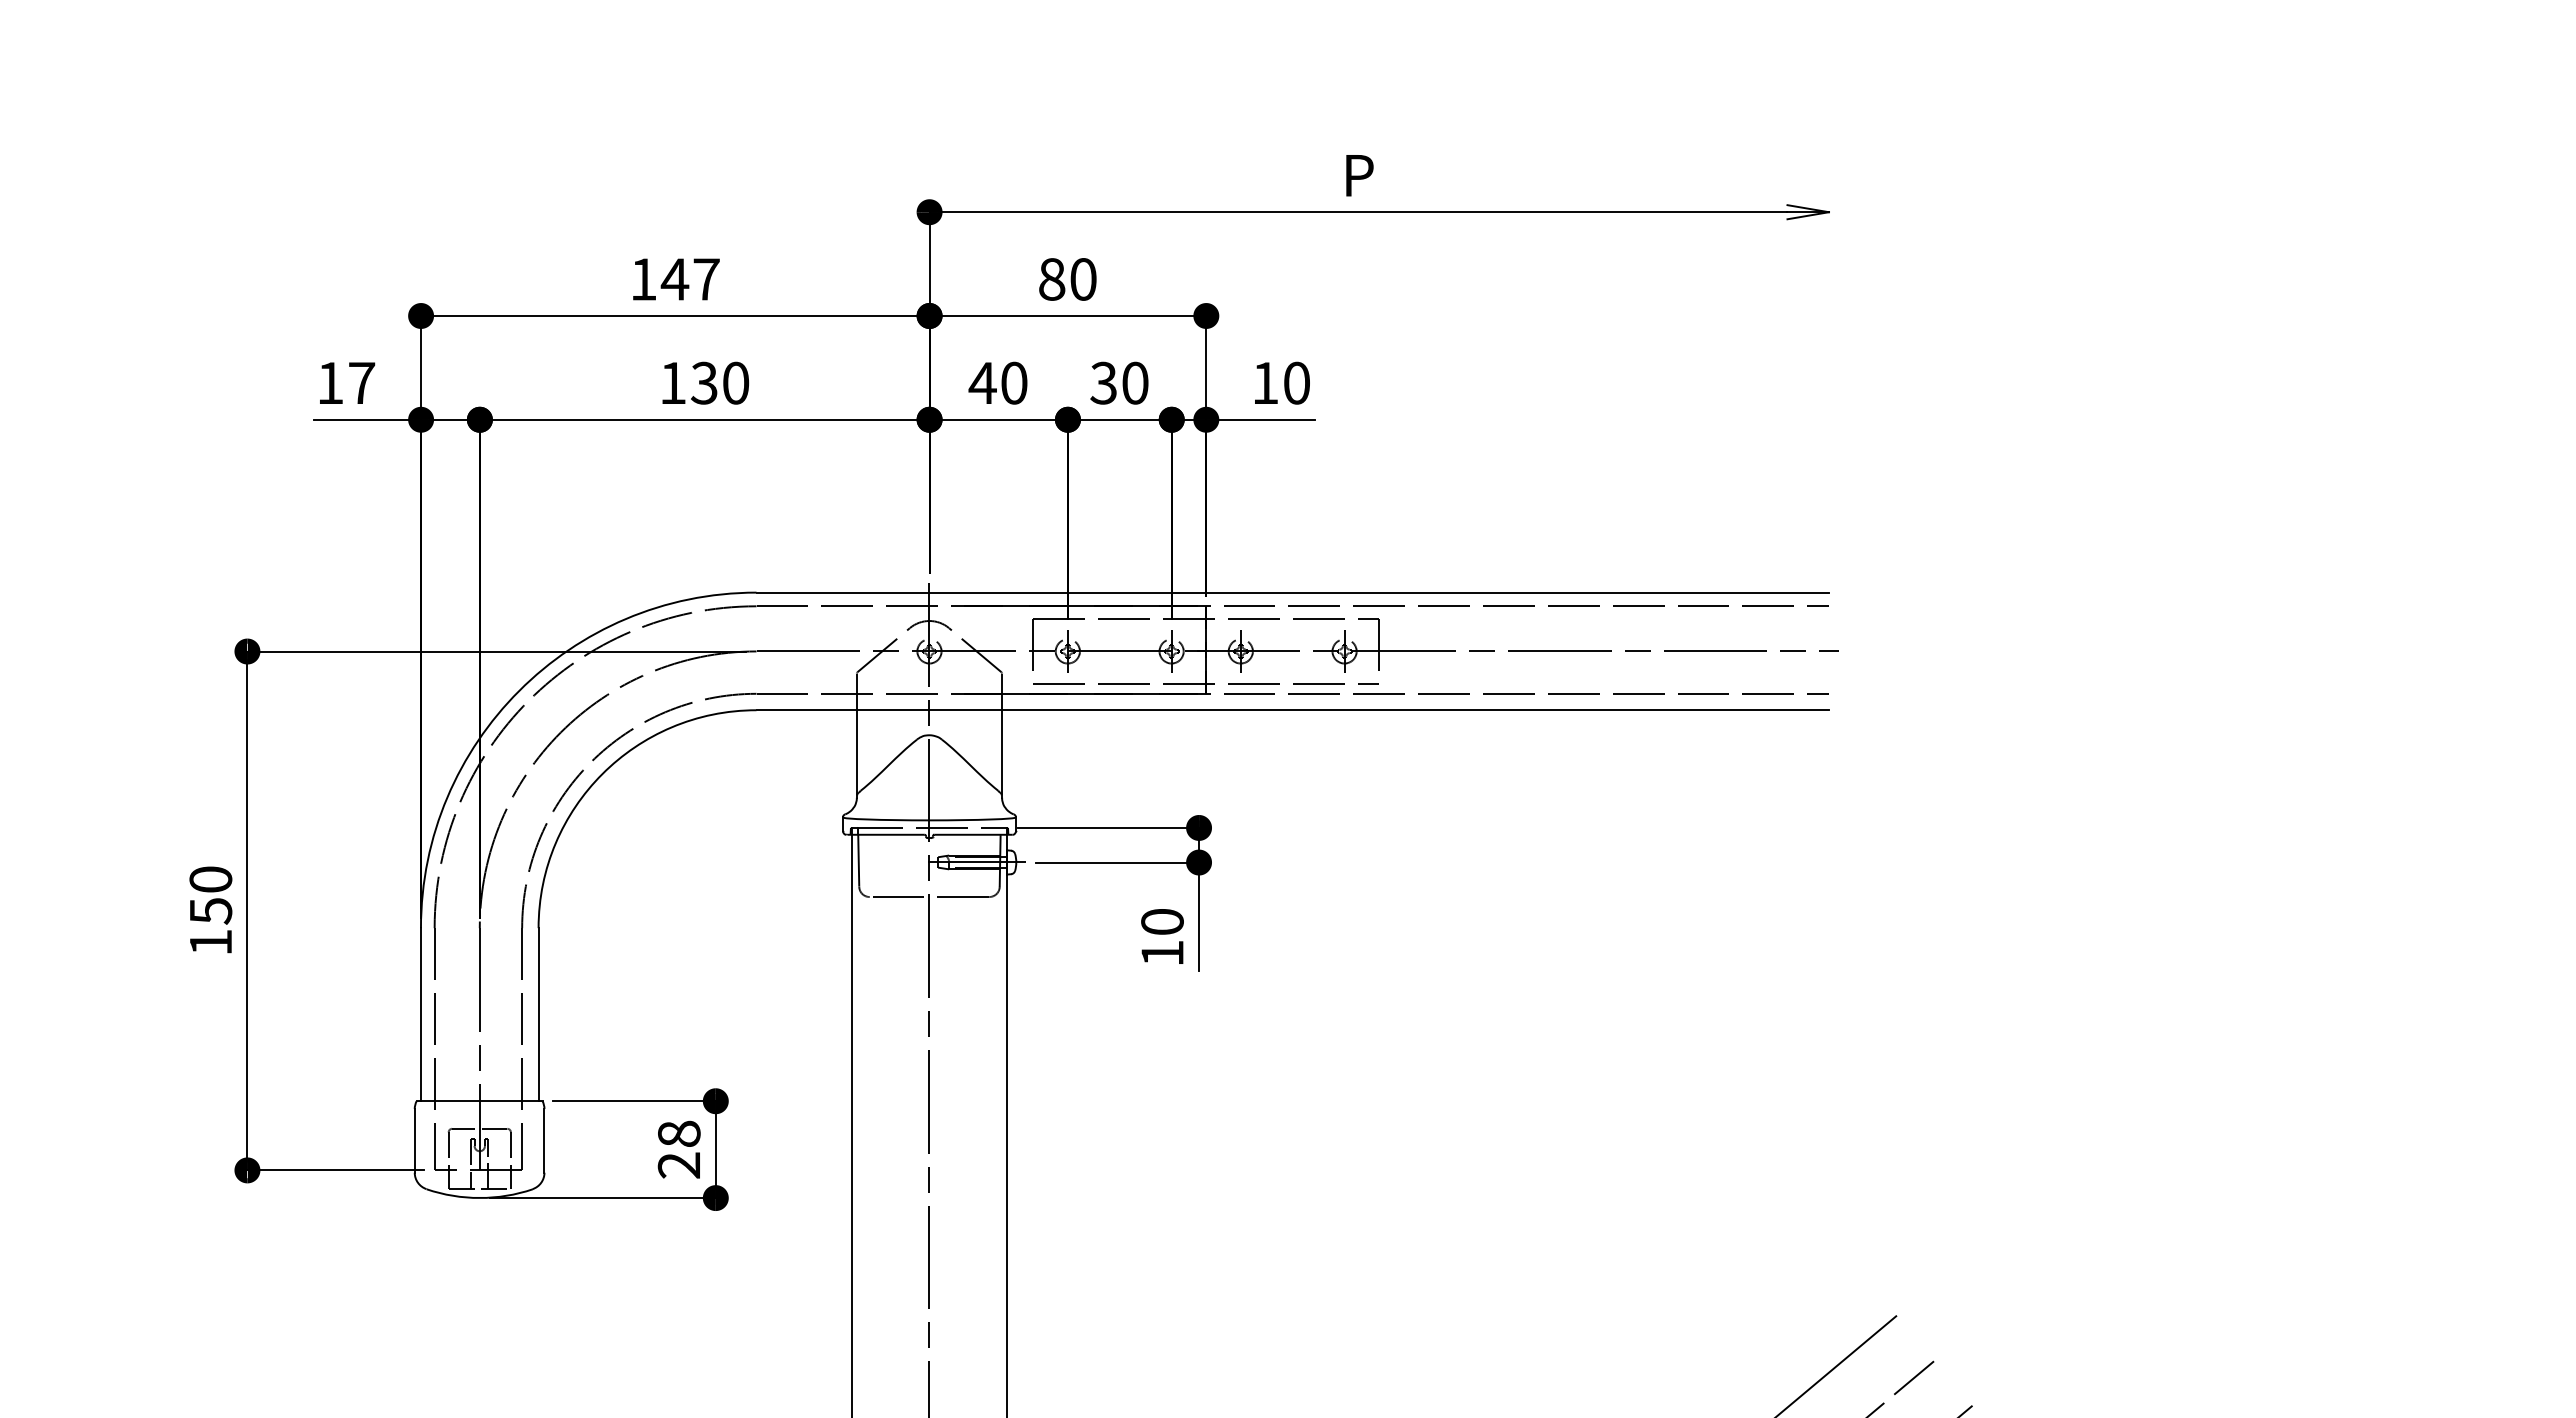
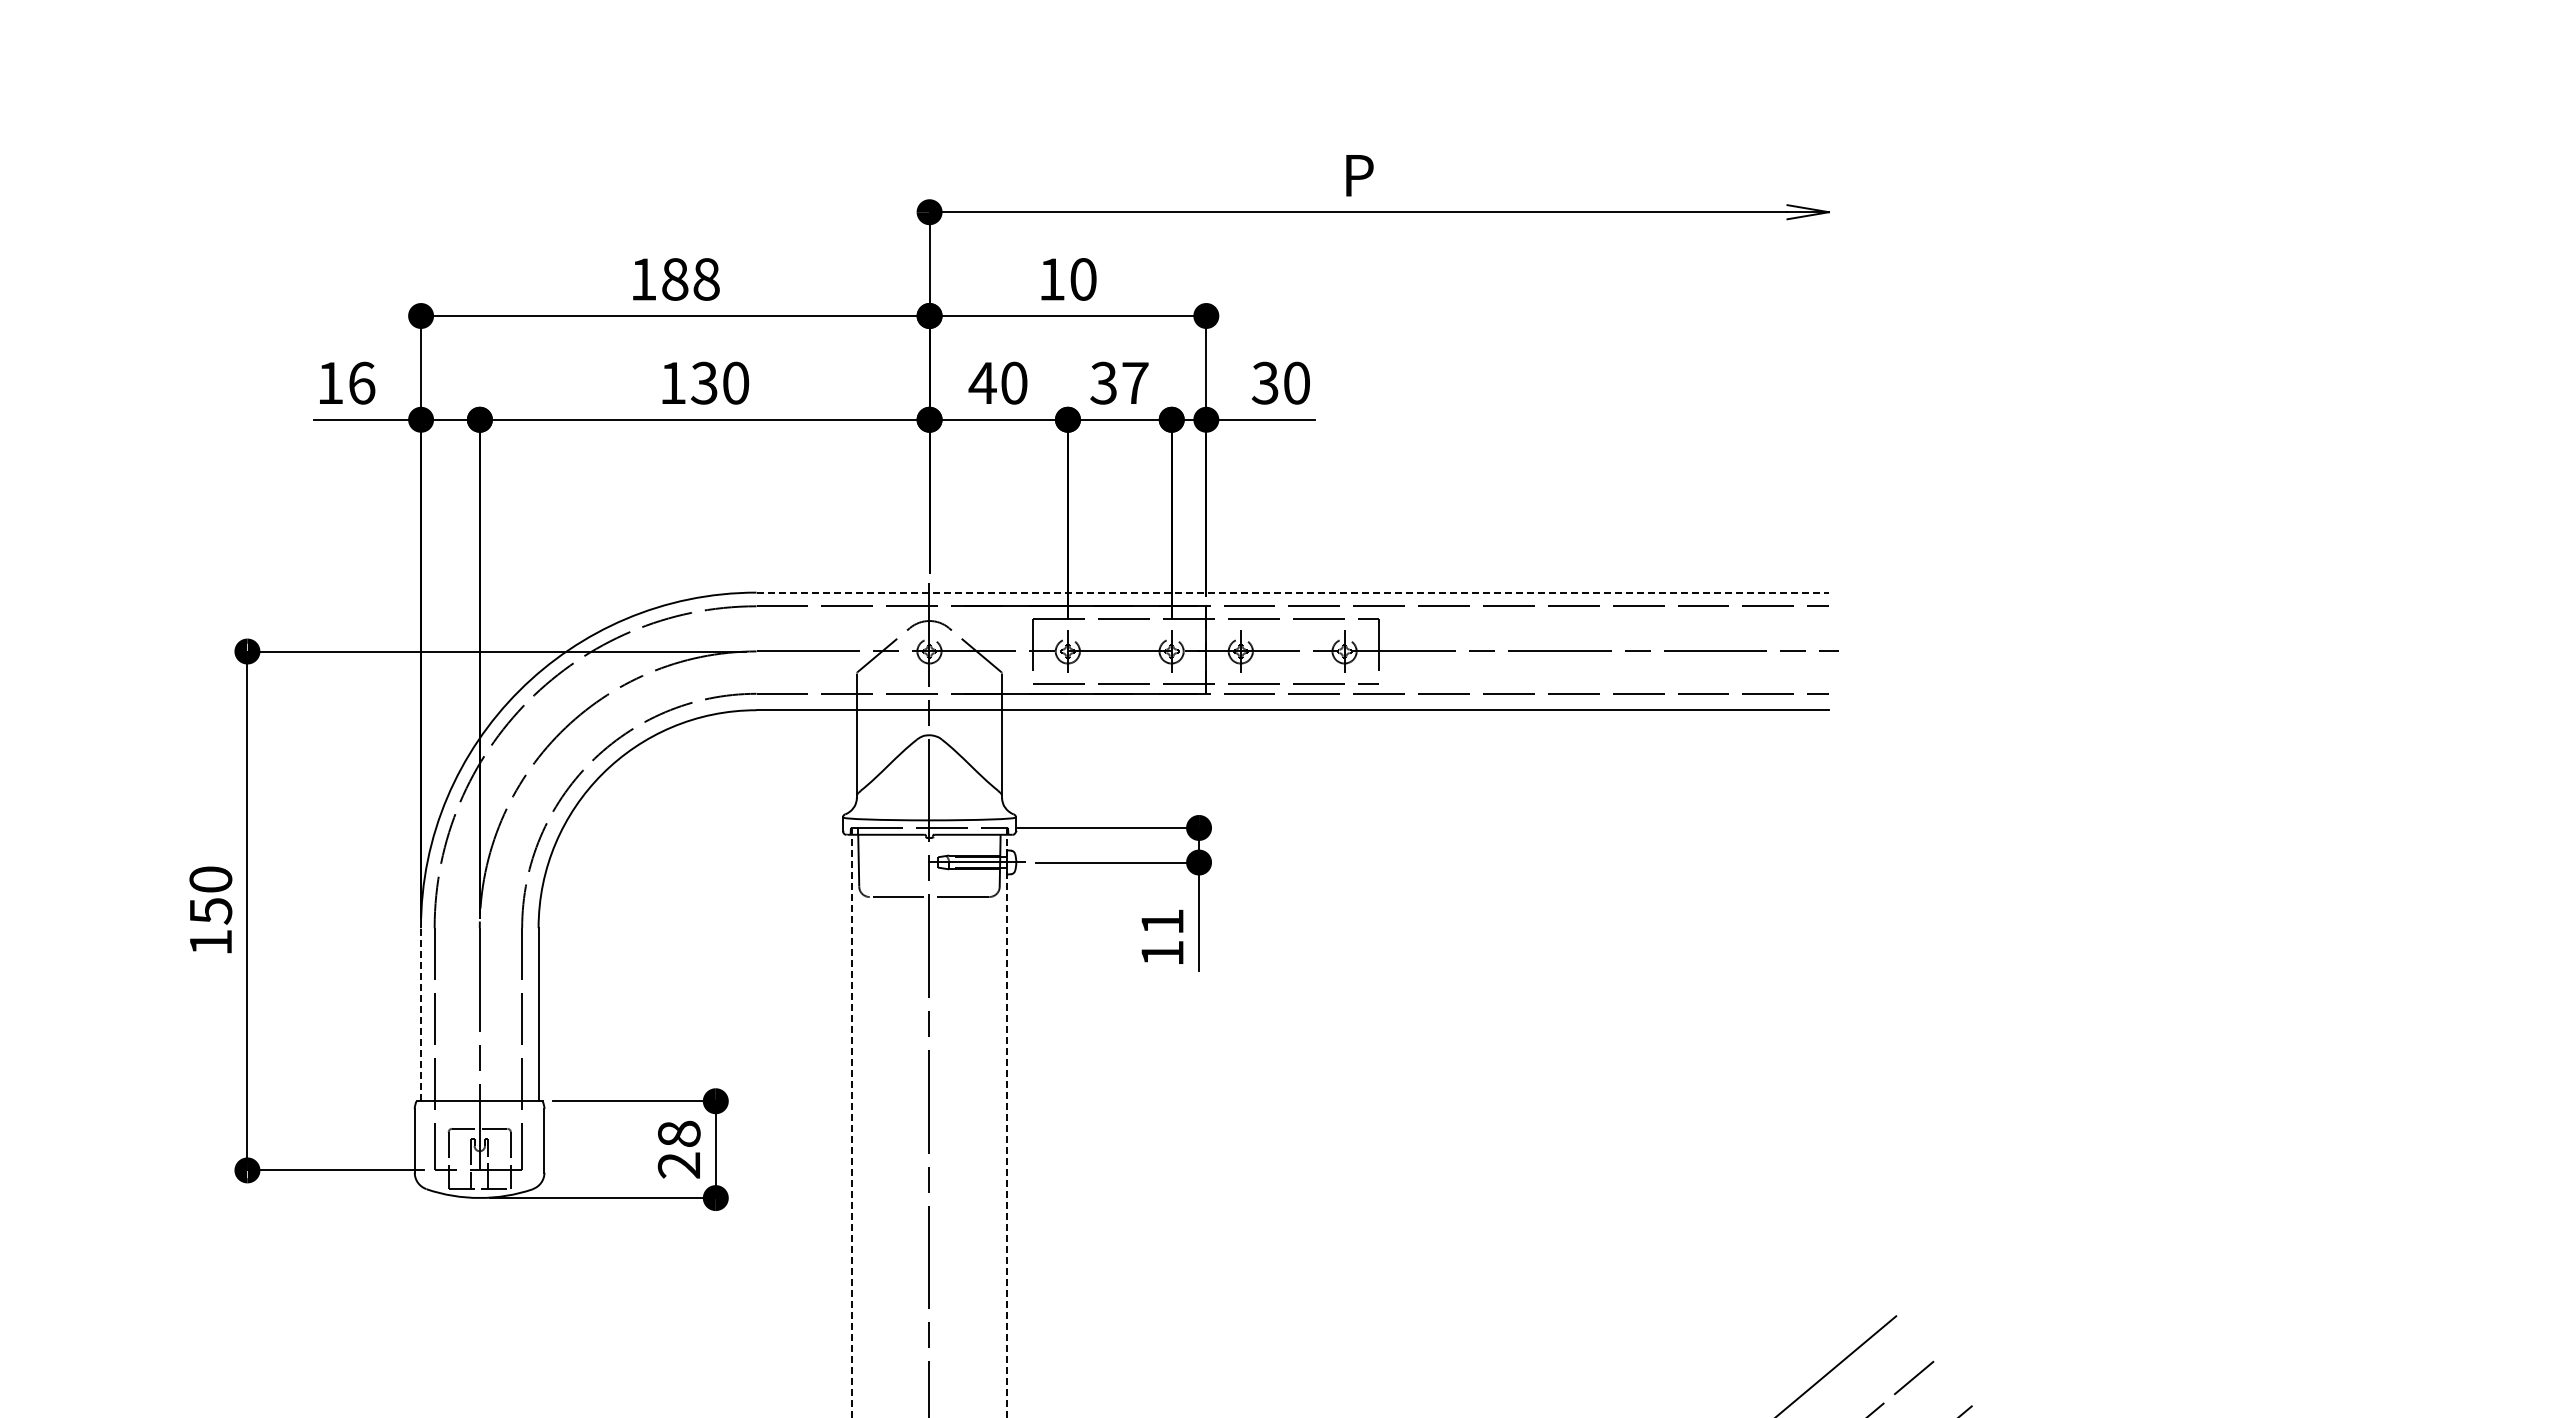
text at (689, 279): 147 -> 188
text at (1052, 279): 80 -> 10
text at (362, 382): 17 -> 16
text at (1135, 382): 30 -> 37
text at (1265, 382): 10 -> 30
line at (1293, 592): solid -> dashed
text at (1162, 921): 10 -> 11
line at (420, 1014): solid -> dashed
line at (851, 1122): solid -> dashed
line at (1007, 1122): solid -> dashed
